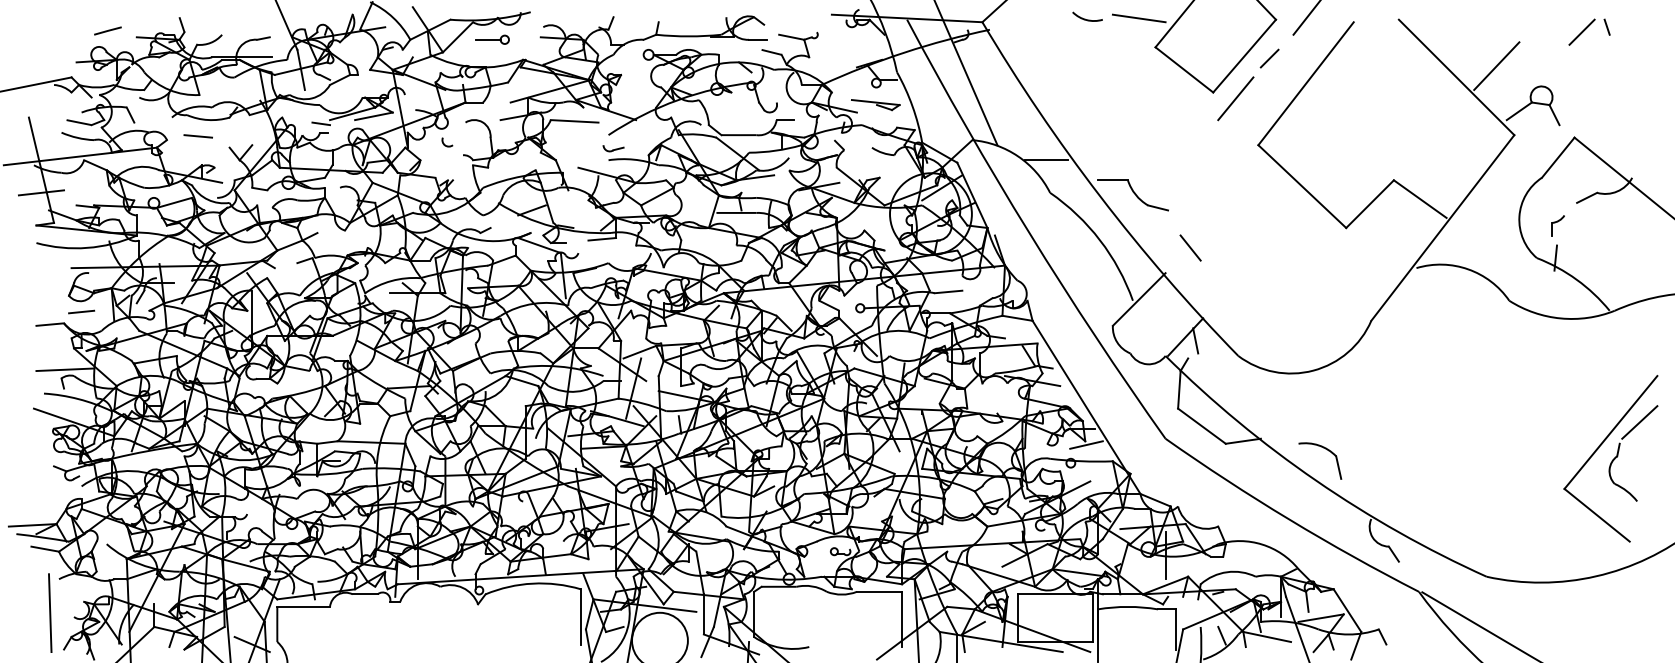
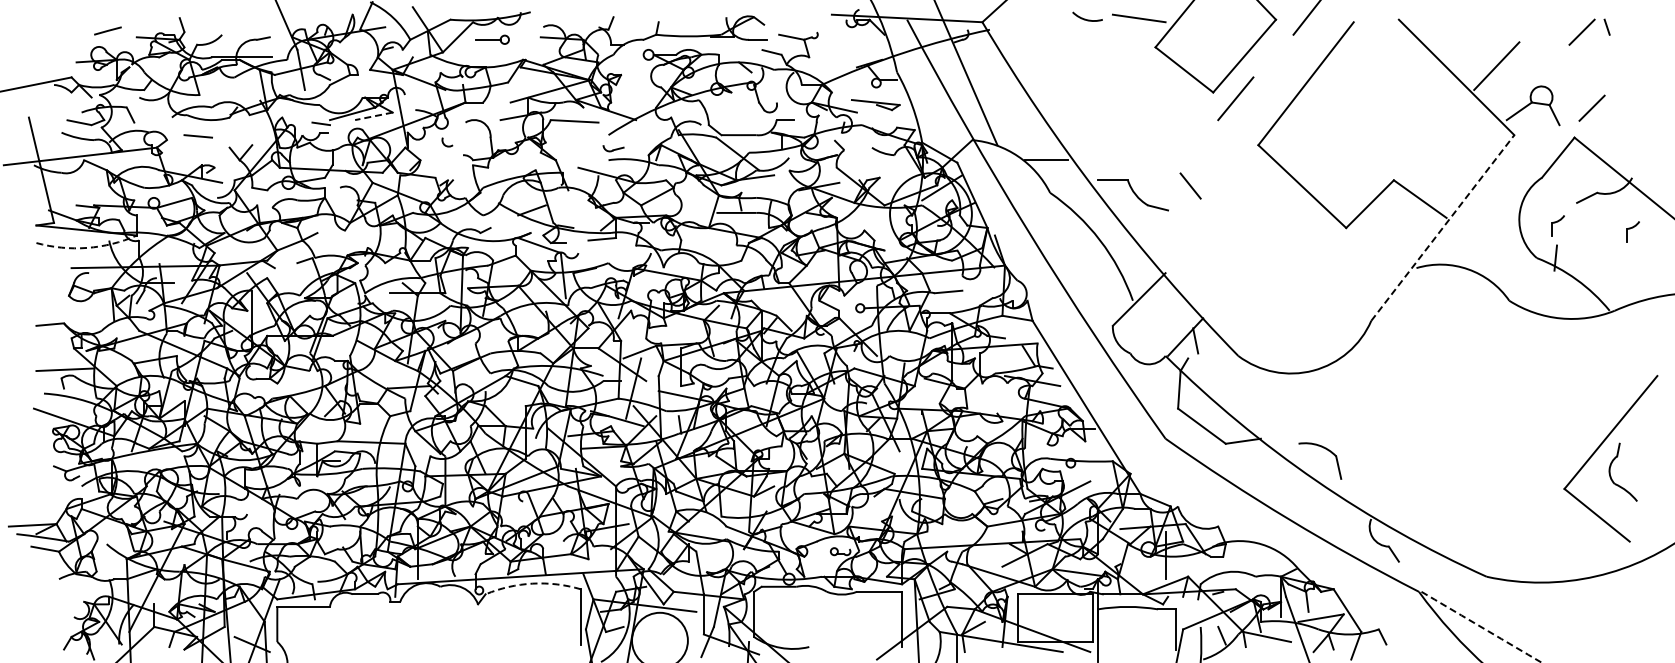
line at (1269, 58): present -> none
line at (1591, 107): none -> present
line at (373, 116): solid -> dashed
line at (41, 192): present -> none
line at (1443, 227): solid -> dashed
part at (1632, 231): none -> present
arc at (87, 247): solid -> dashed
line at (1190, 247) position: (1190, 247) -> (1190, 185)
line at (81, 311): present -> none
line at (1639, 422): present -> none
line at (1086, 444): present -> none
arc at (532, 583): solid -> dashed
line at (50, 612): present -> none
arc at (1481, 627): solid -> dashed
